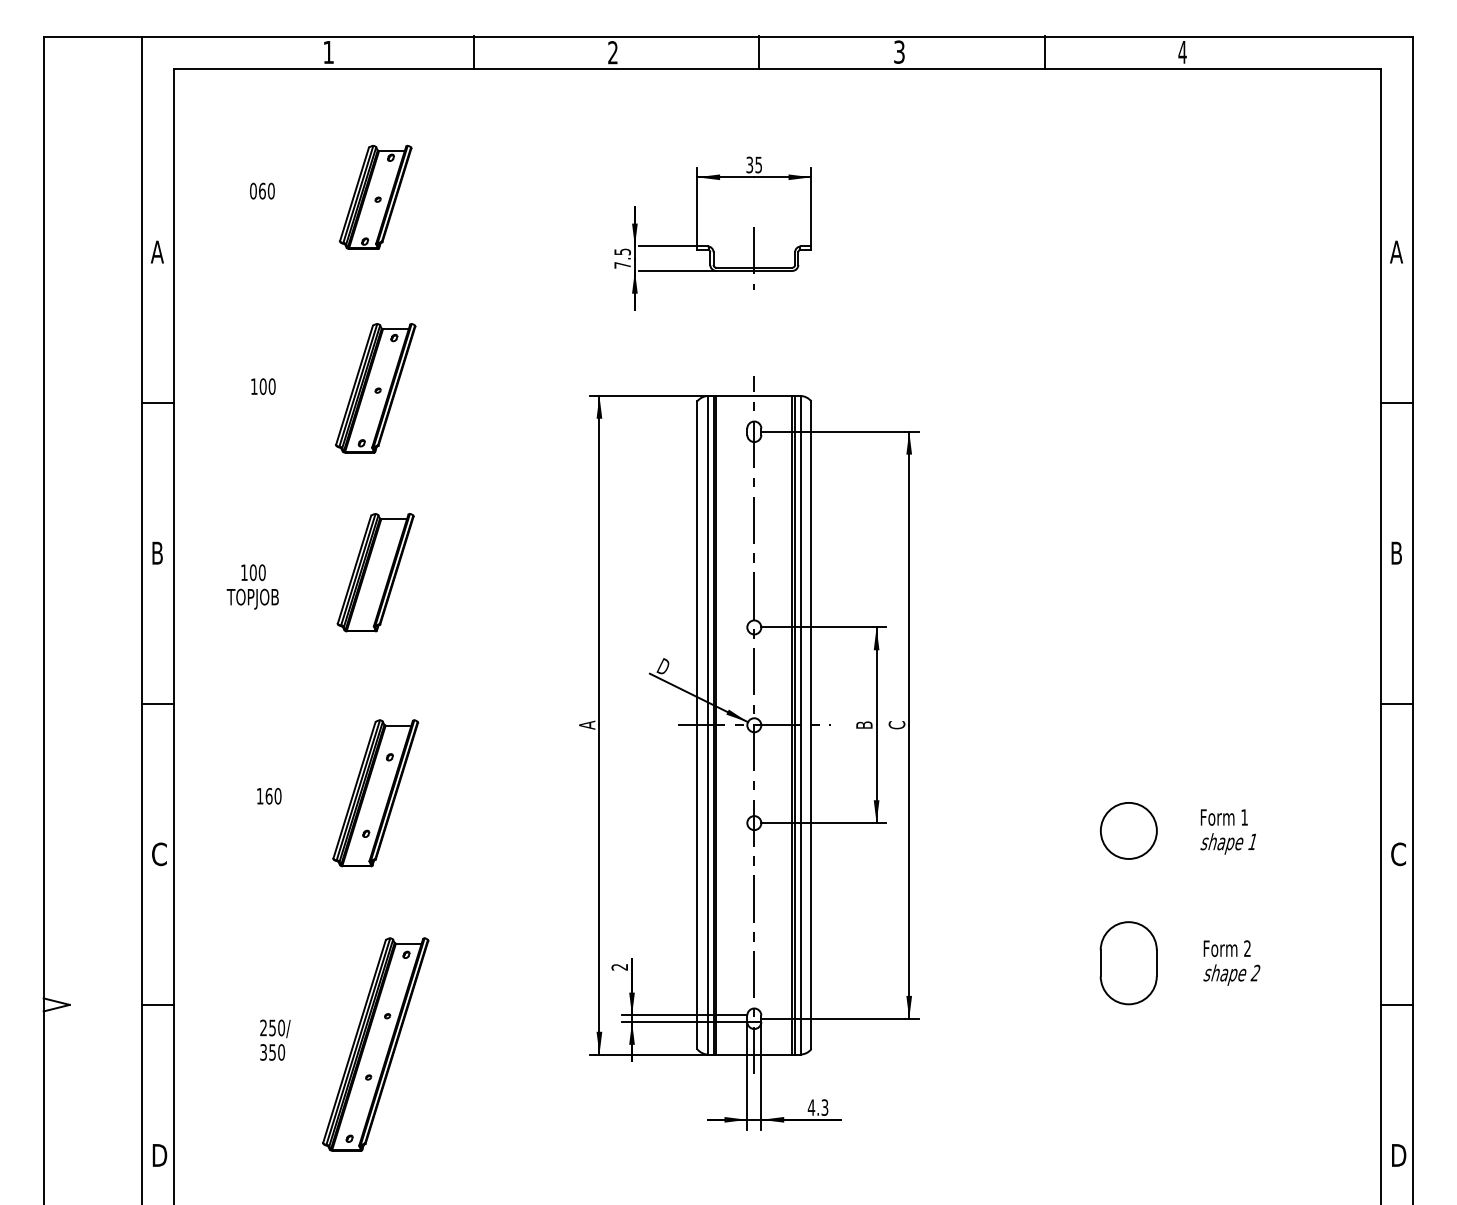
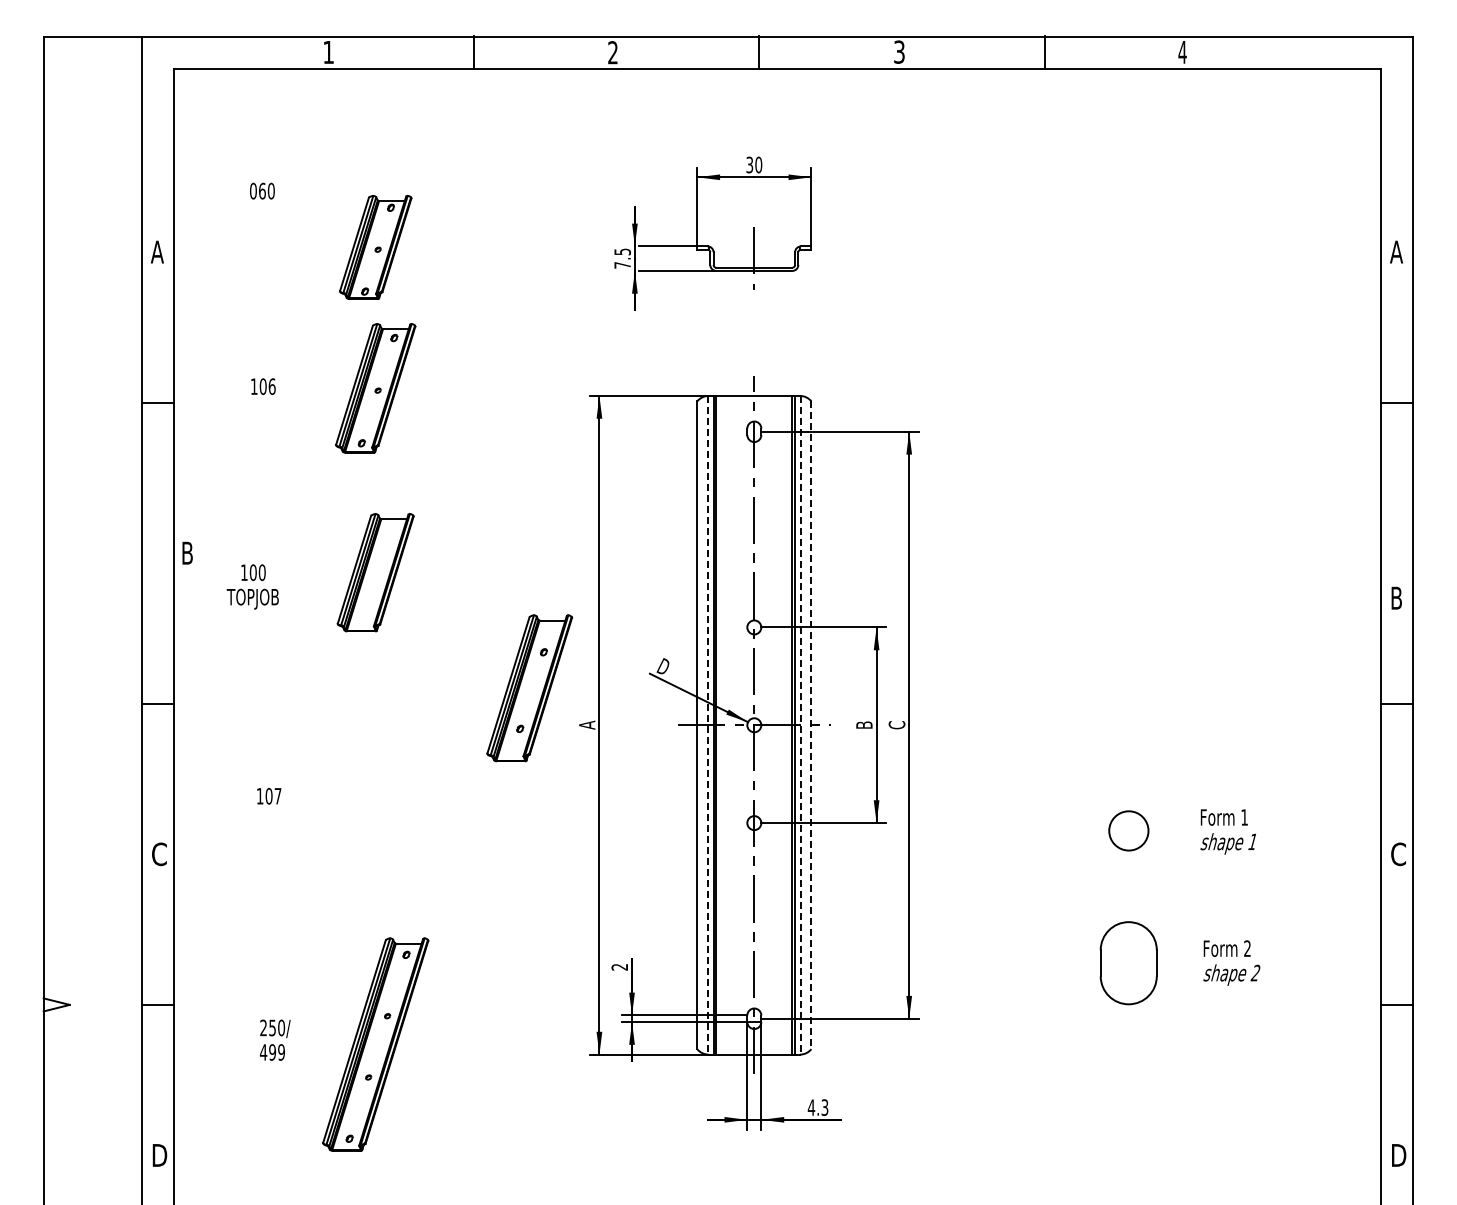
text at (758, 164): 35 -> 30
part at (375, 196) position: (375, 196) -> (375, 246)
text at (271, 386): 100 -> 106
text at (157, 552) position: (157, 552) -> (187, 552)
text at (1396, 552) position: (1396, 552) -> (1396, 597)
line at (707, 725): solid -> dashed
line at (800, 725): solid -> dashed
line at (811, 725): solid -> dashed
part at (375, 793) position: (375, 793) -> (529, 688)
text at (273, 796): 160 -> 107
circle at (1128, 830) diameter: 56 px -> 39 px
text at (271, 1052): 350 -> 499
